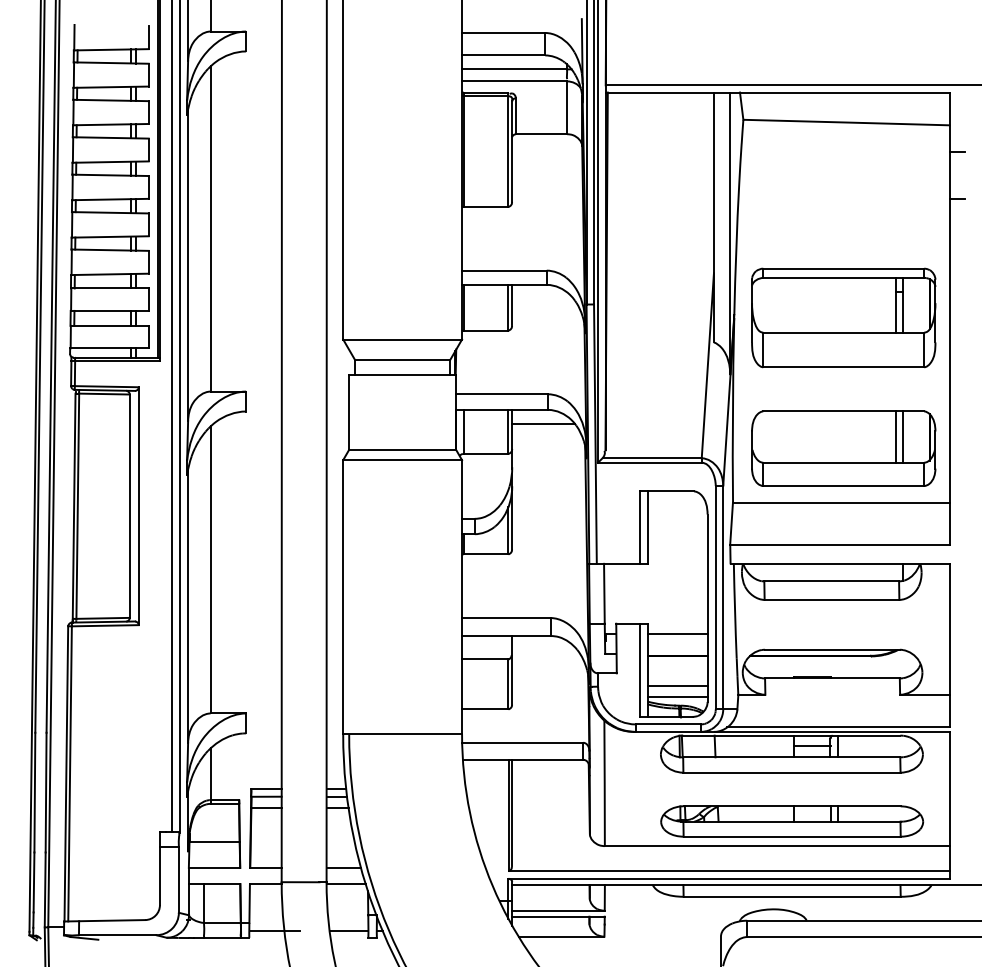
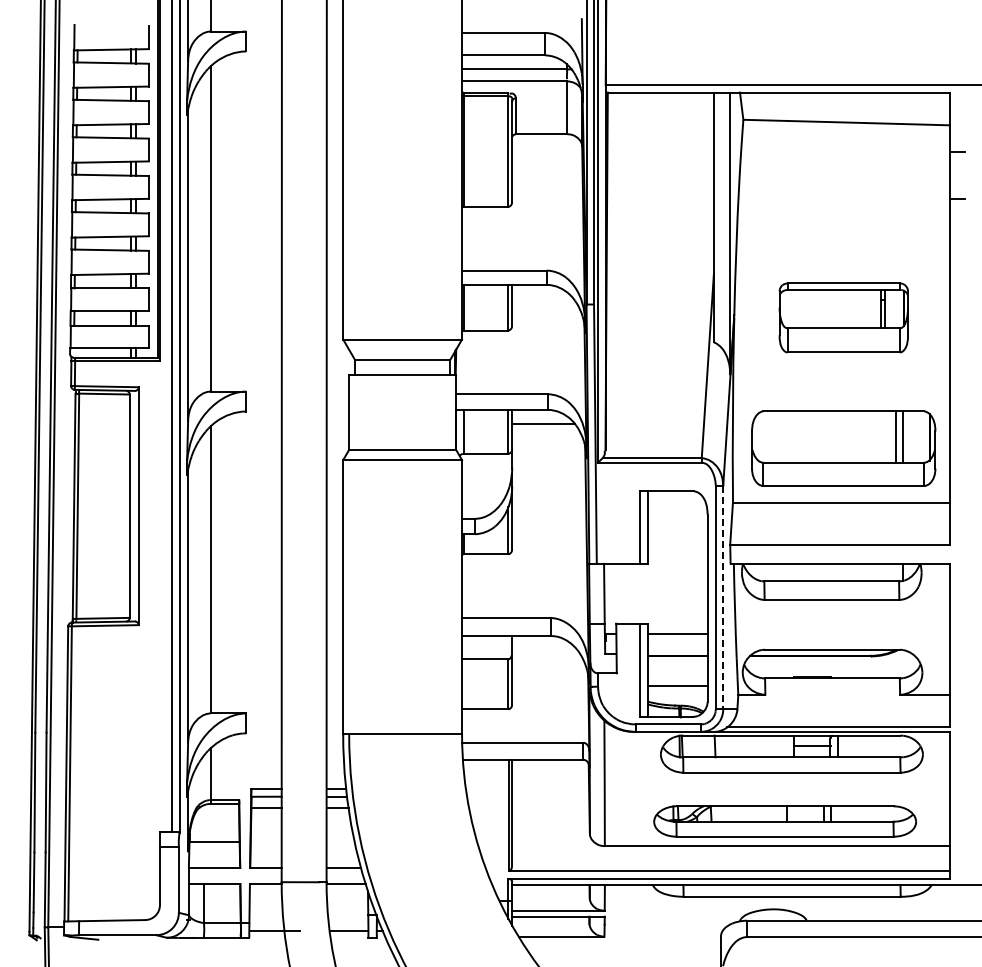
part at (843, 317) size: 186x102 px -> 131x72 px
line at (723, 597): solid -> dashed
line at (677, 697): present -> none
part at (792, 821) position: (792, 821) -> (785, 821)
